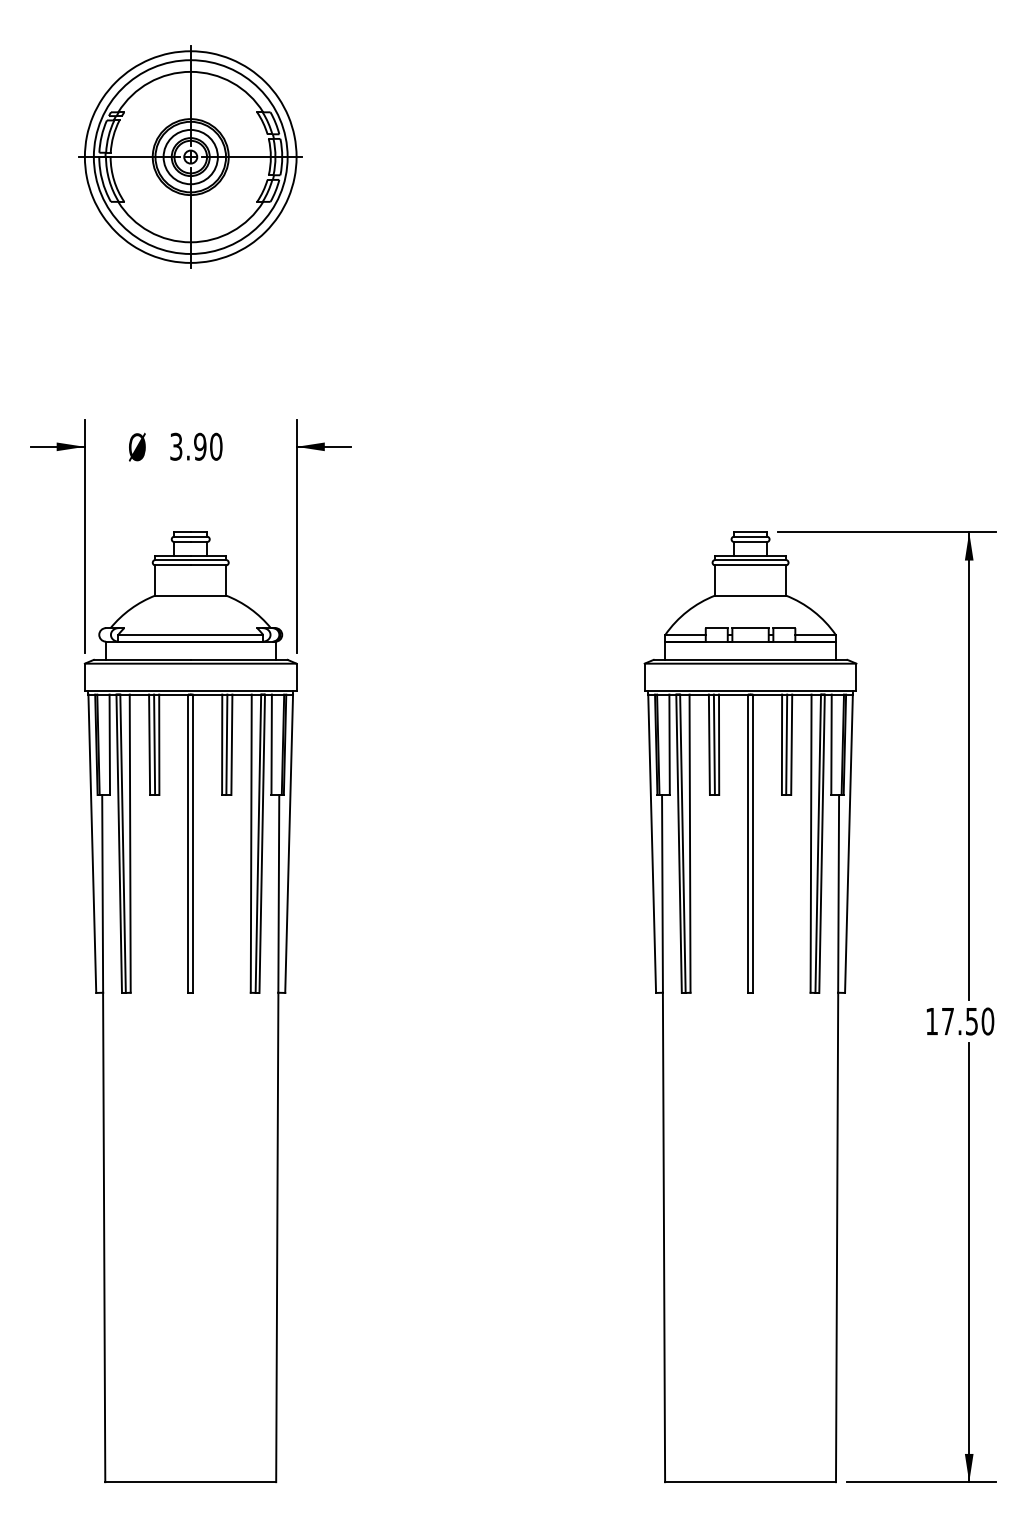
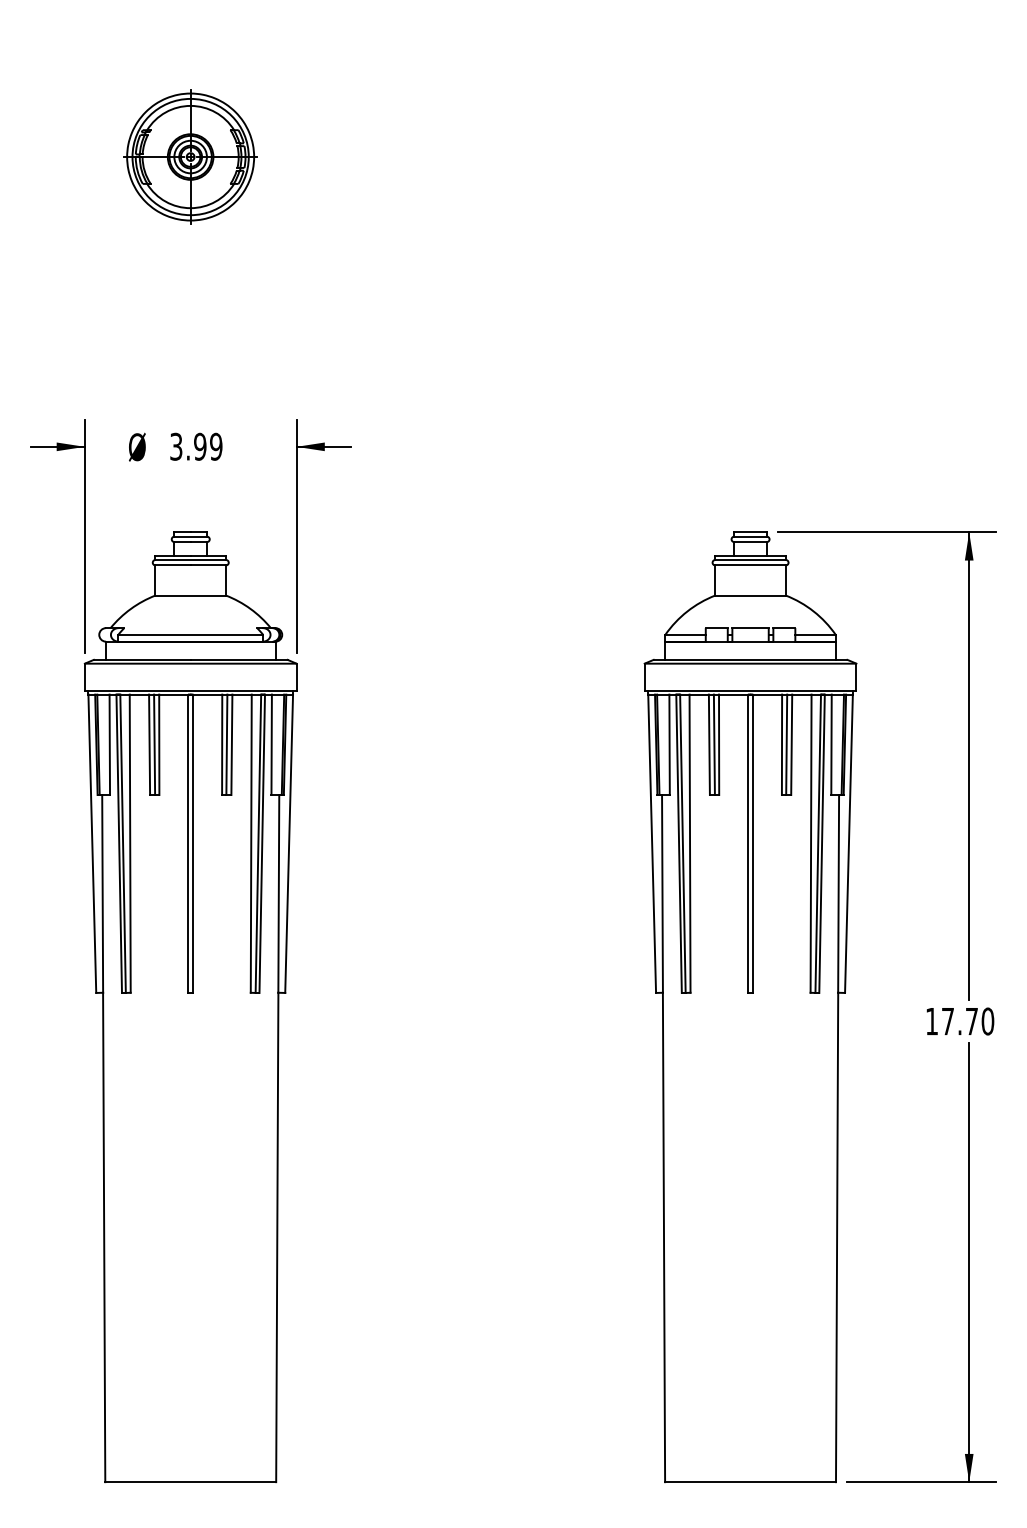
part at (190, 156) size: 225x224 px -> 135x136 px
text at (216, 446): 3.90 -> 3.99
text at (971, 1021): 17.50 -> 17.70
